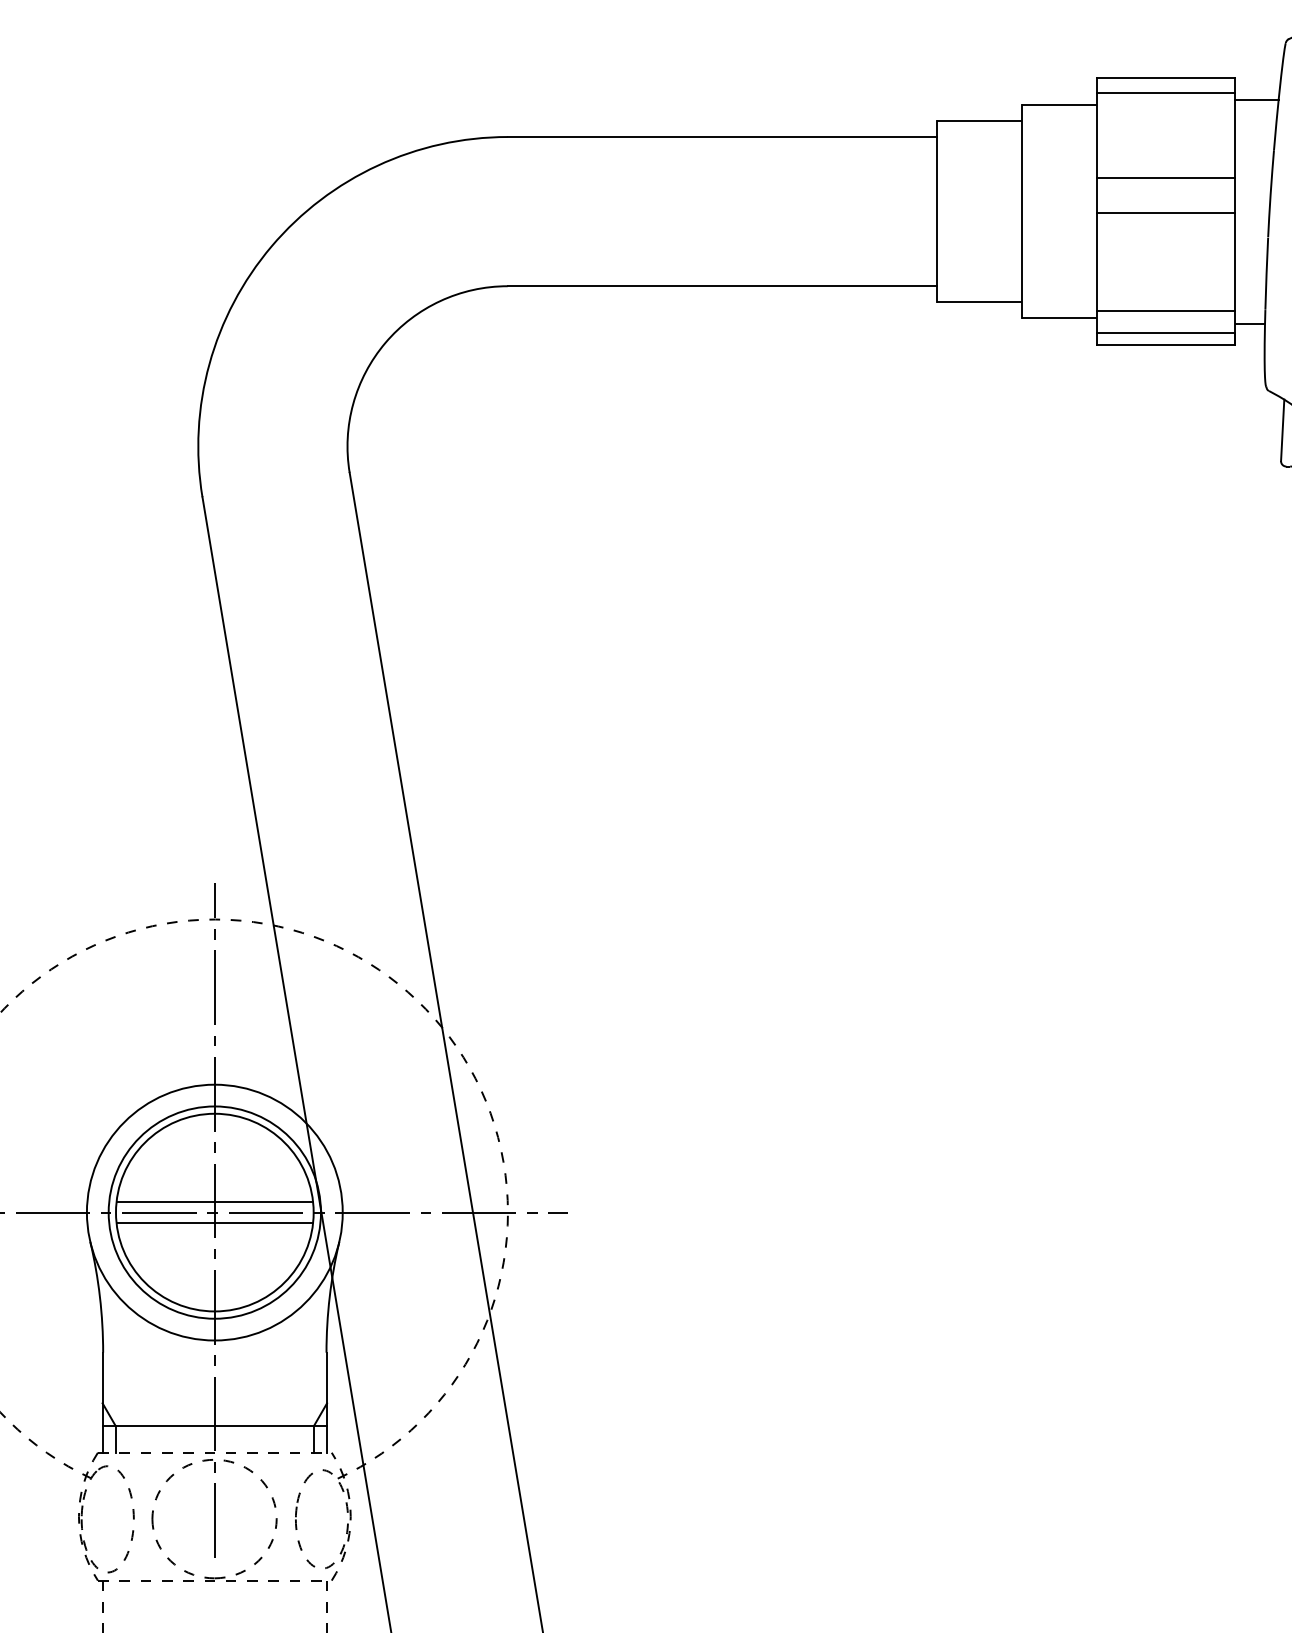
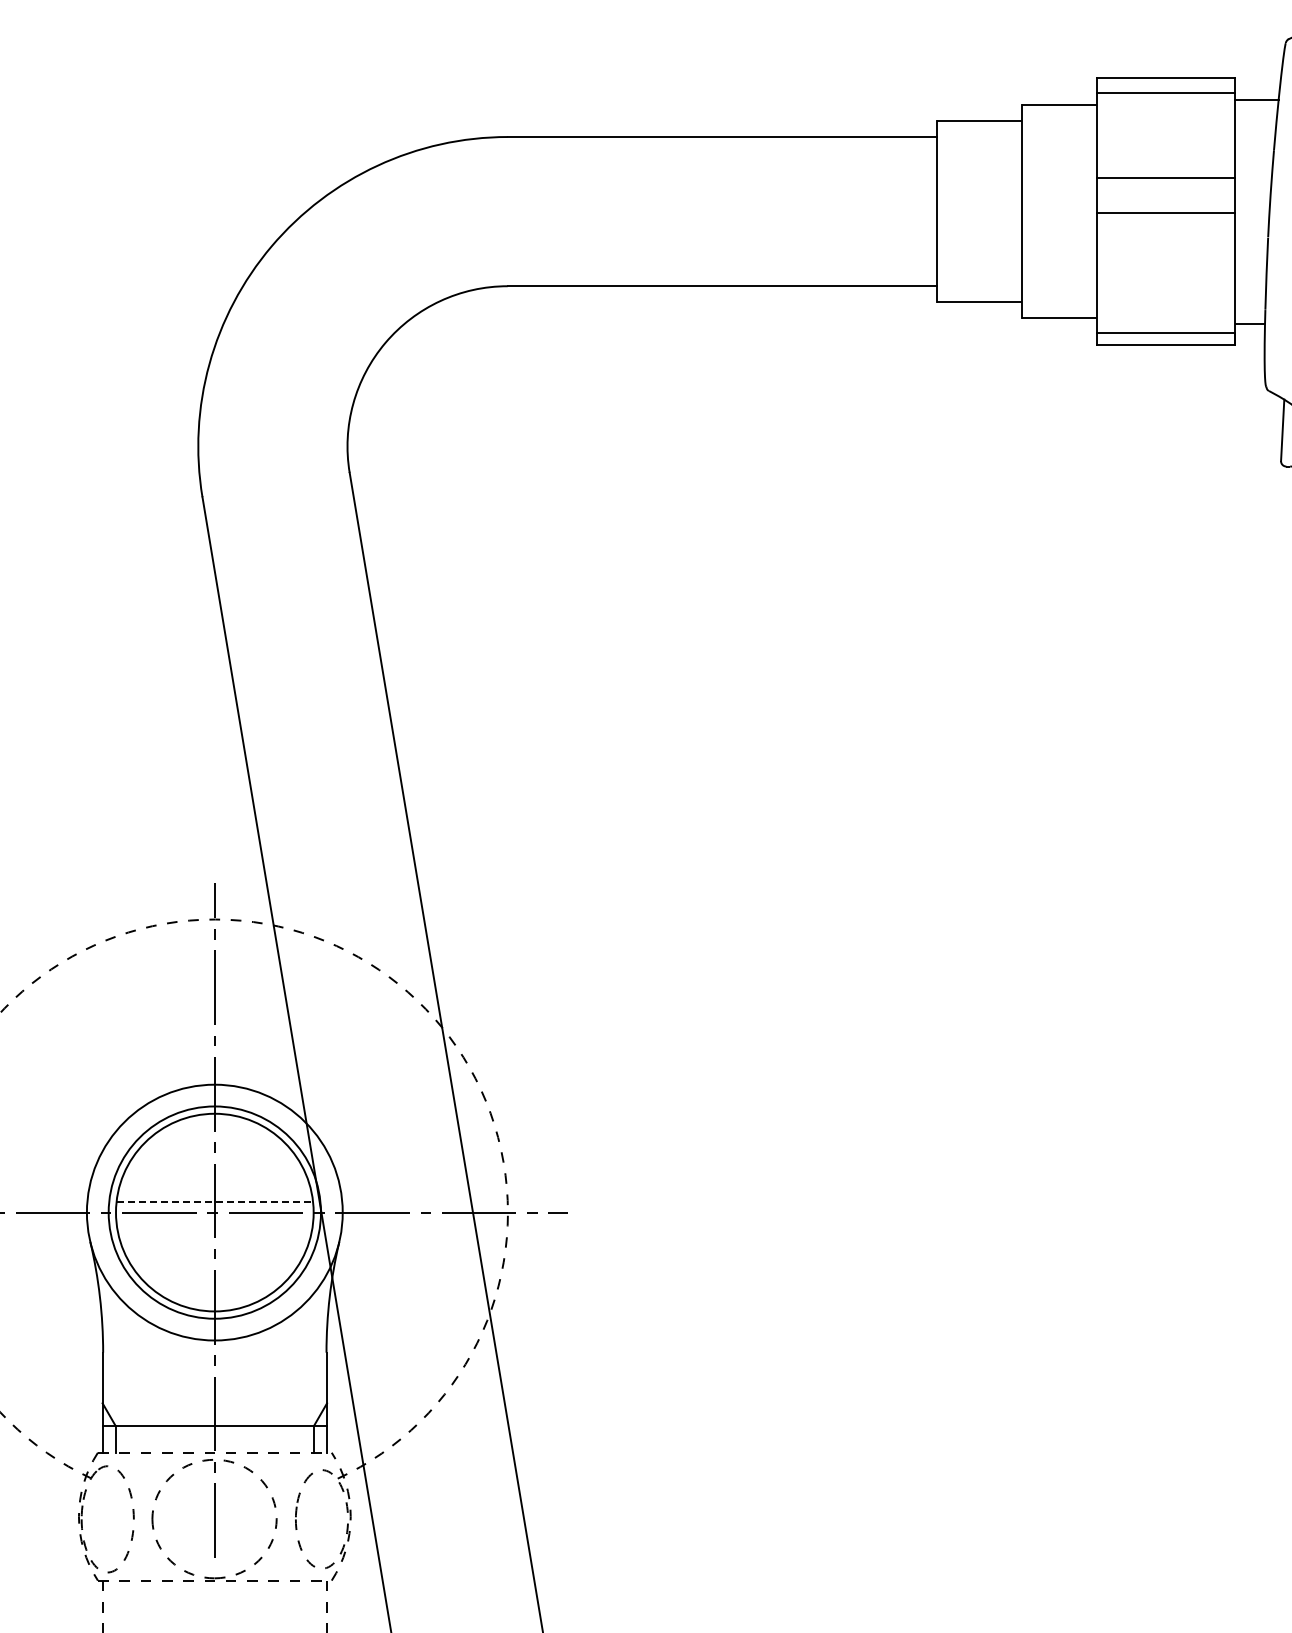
line at (1165, 311): present -> none
line at (215, 1201): solid -> dashed
line at (214, 1223): present -> none
